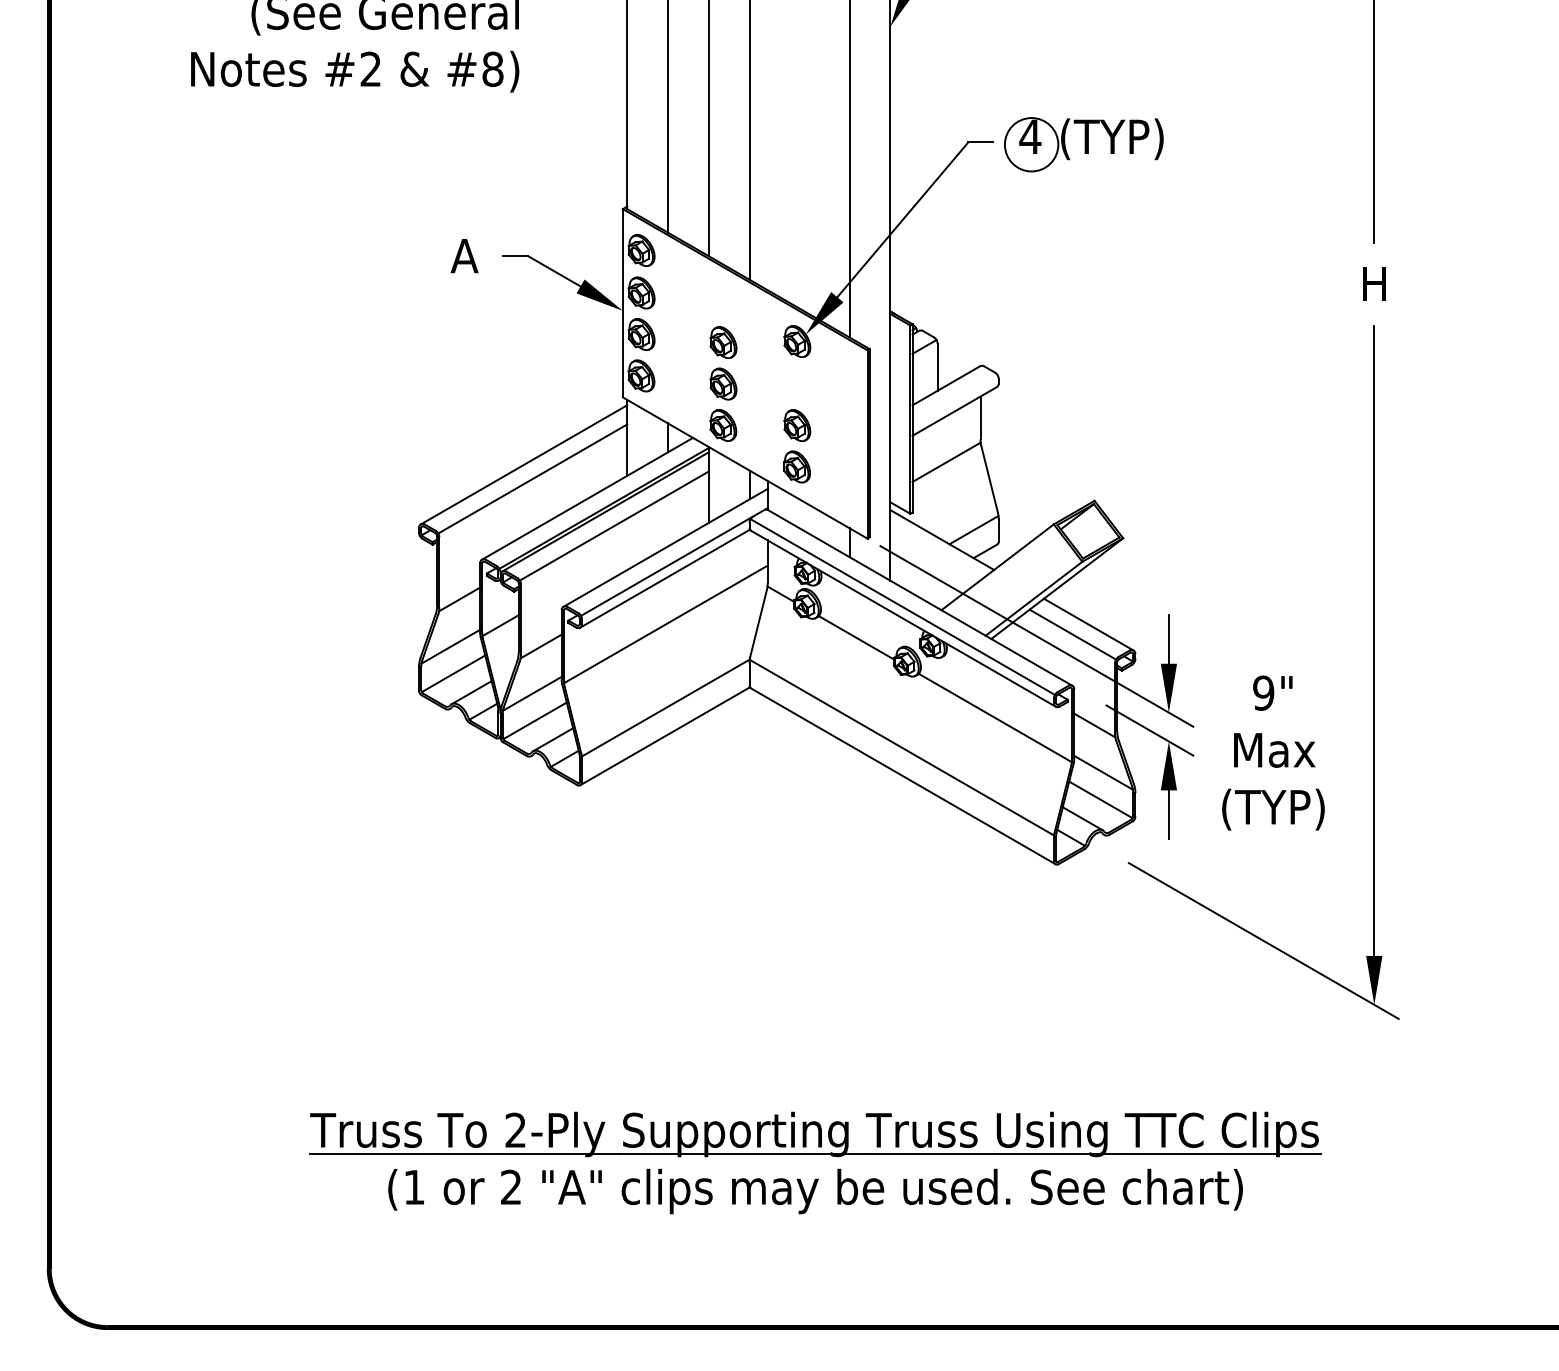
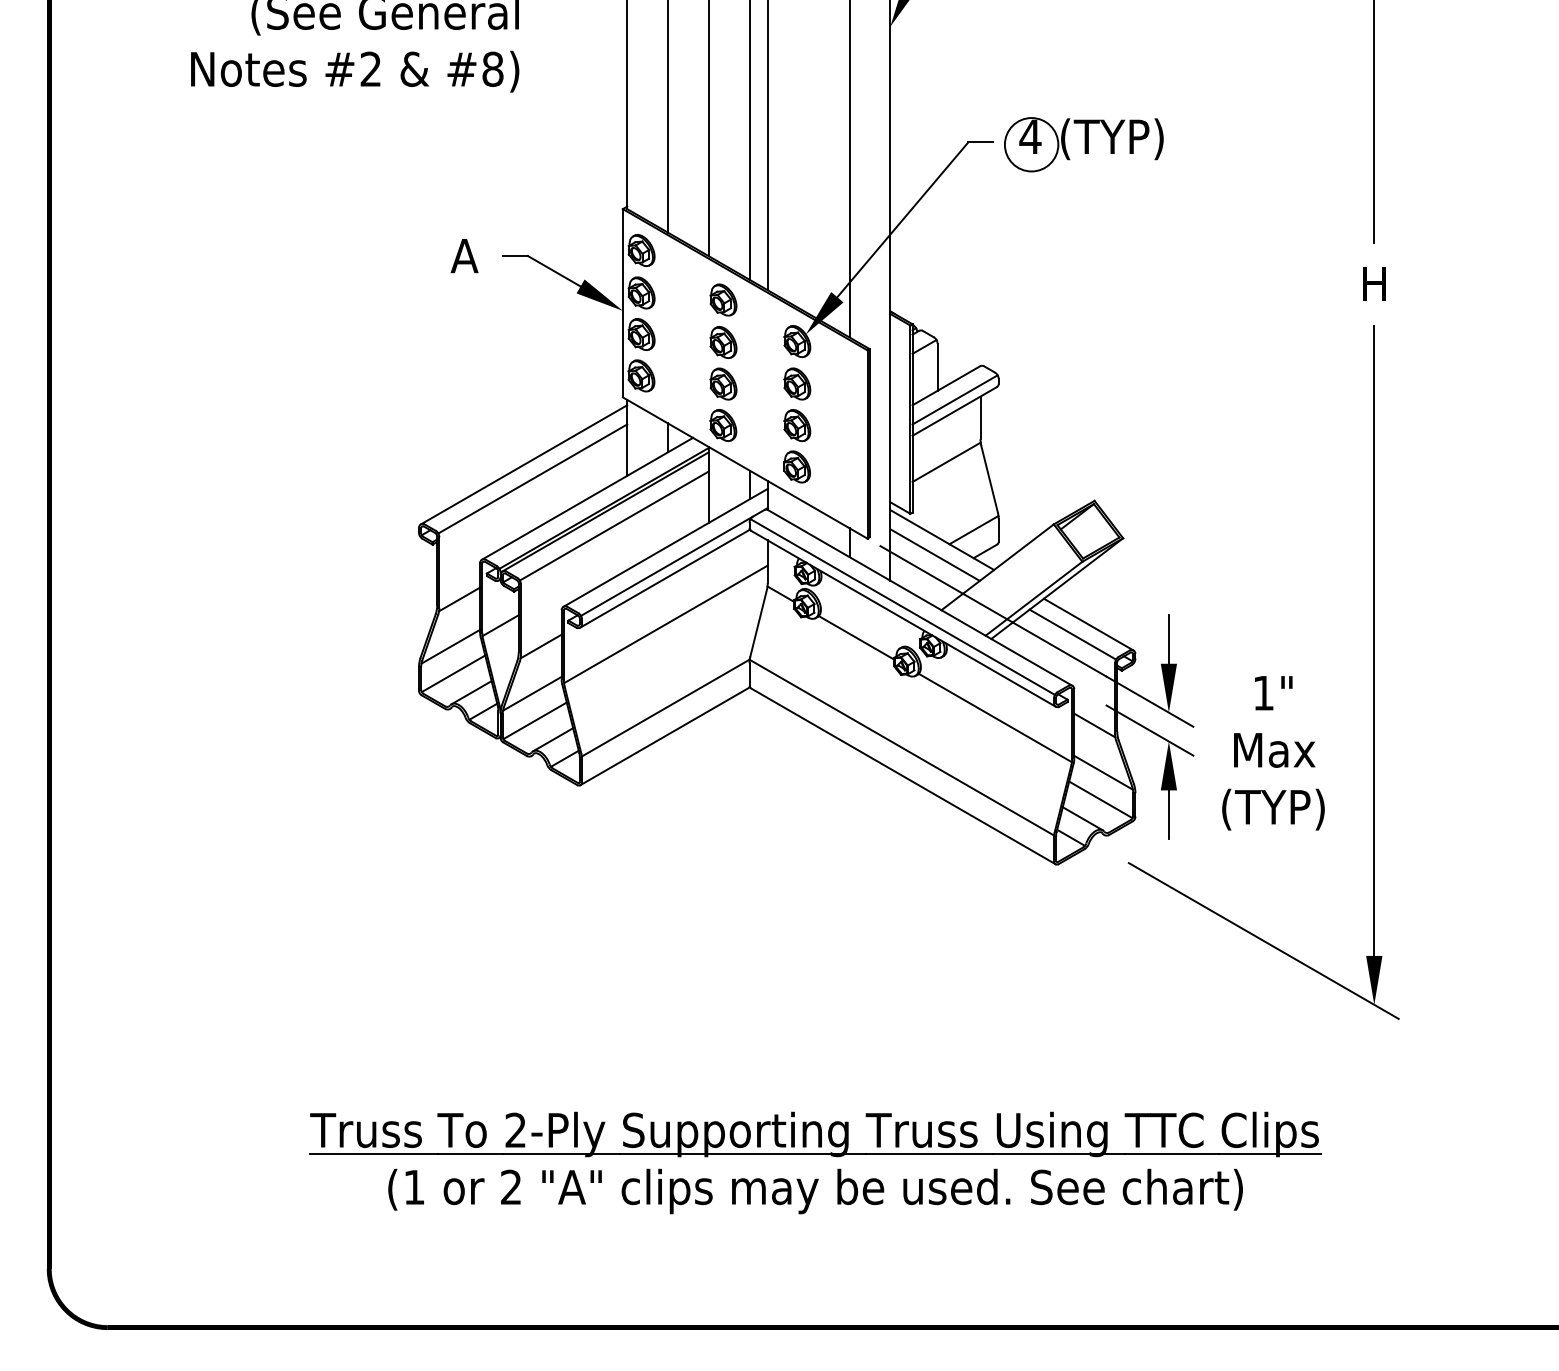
line at (768, 146): none -> present
part at (723, 299): none -> present
part at (797, 383): none -> present
line at (954, 399): none -> present
line at (934, 554): none -> present
text at (1263, 692): 9" -> 1"
